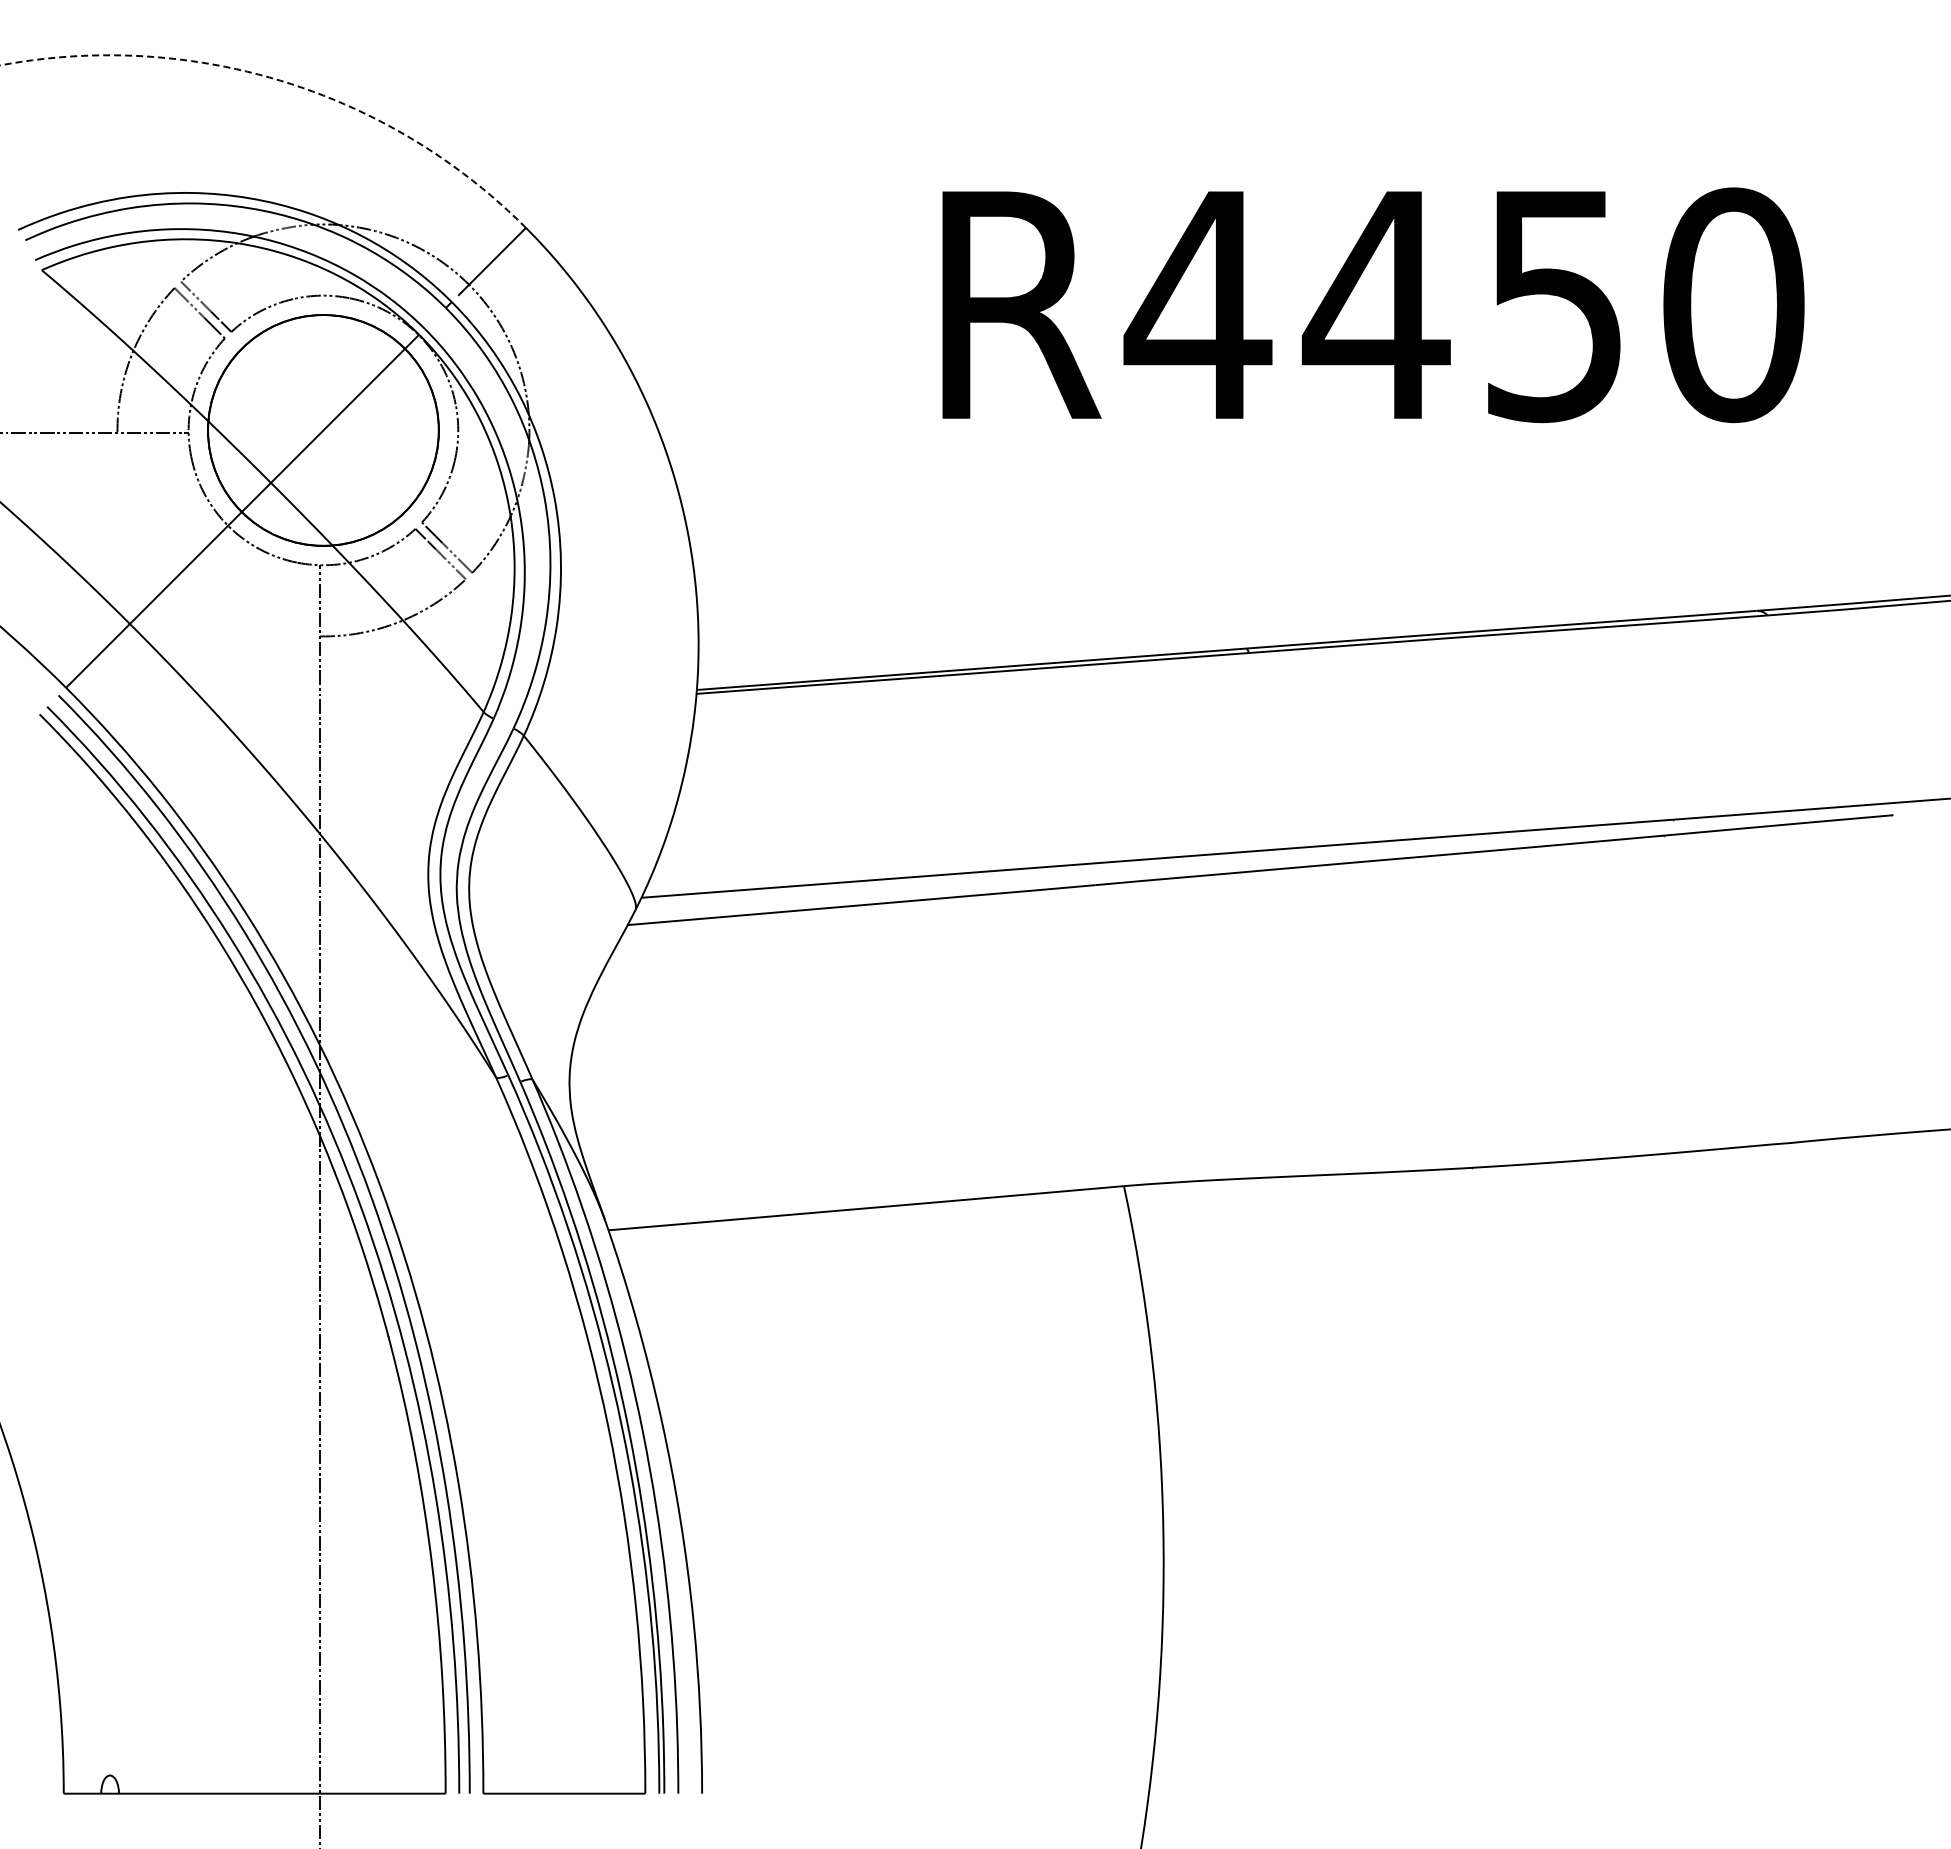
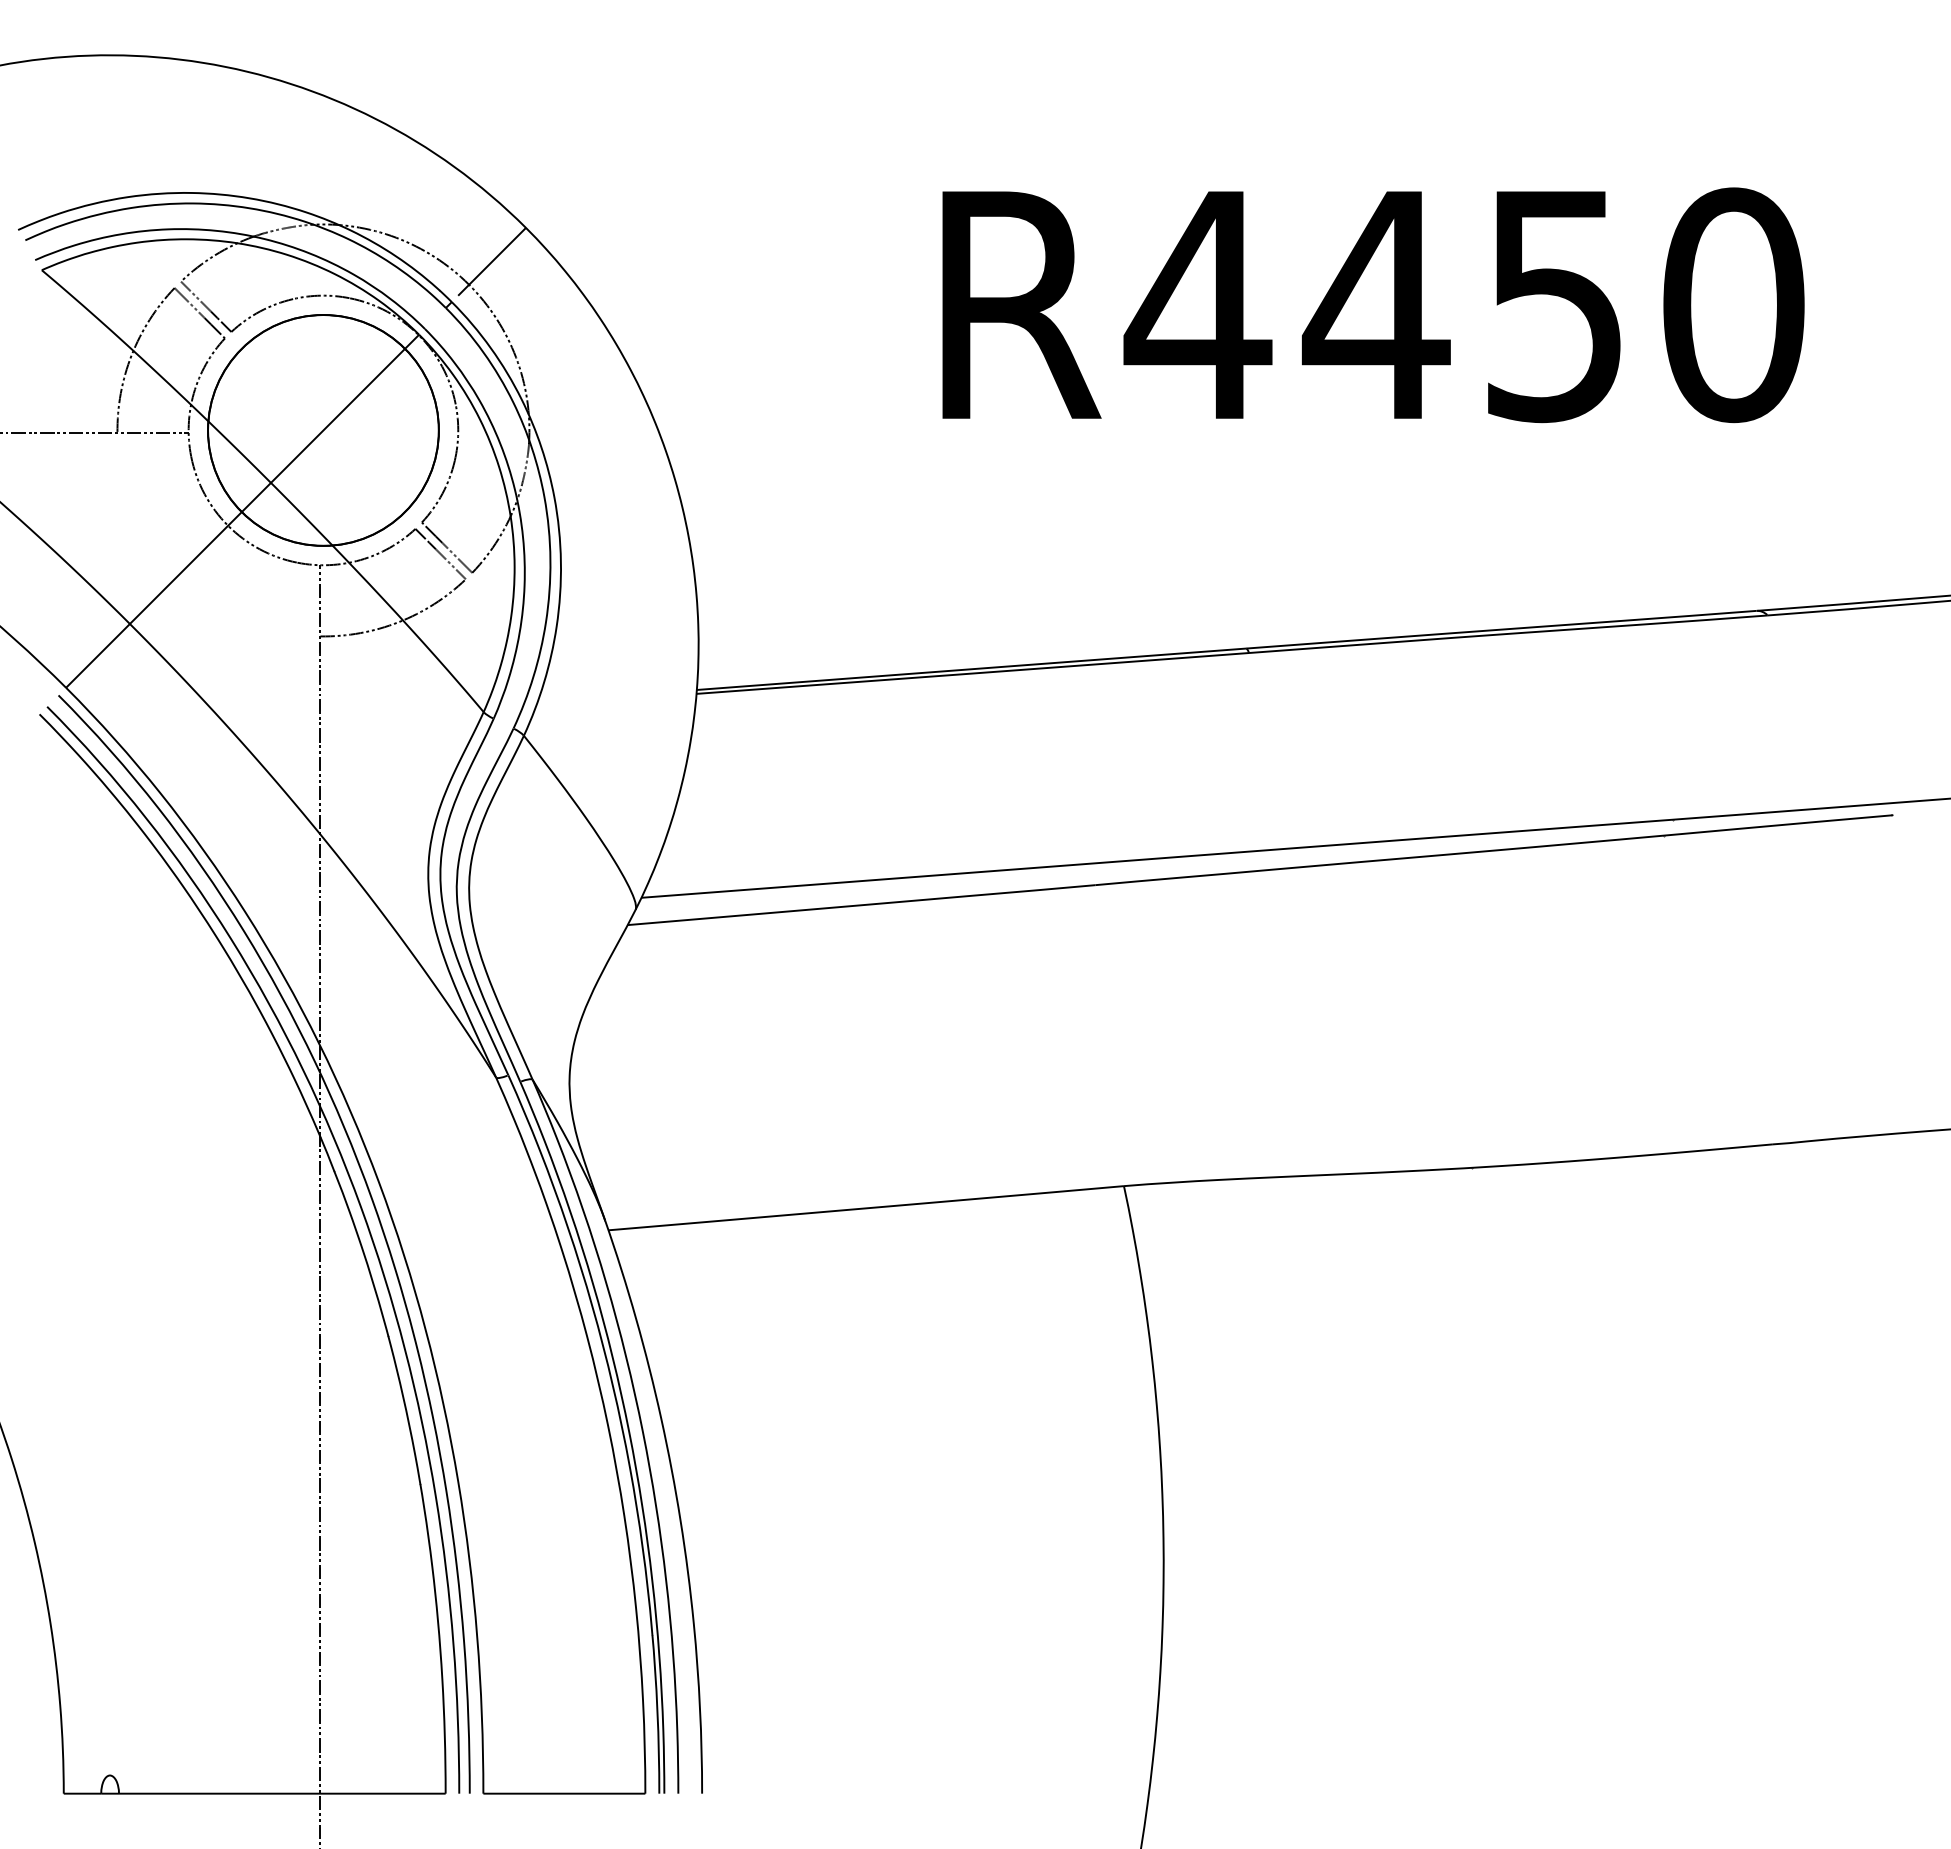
arc at (284, 82): dashed -> solid
